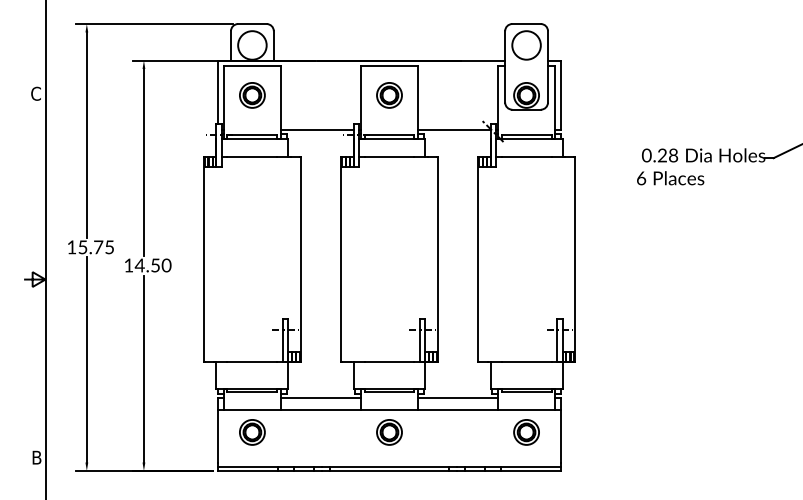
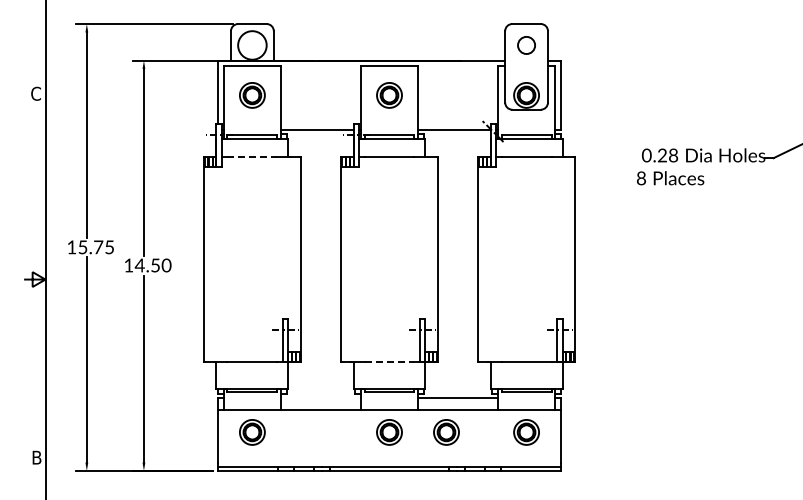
circle at (526, 45) diameter: 29 px -> 17 px
line at (252, 156): solid -> dashed
text at (641, 177): 6 -> 8
line at (389, 362): solid -> dashed
line at (320, 398): present -> none
part at (446, 432): none -> present
